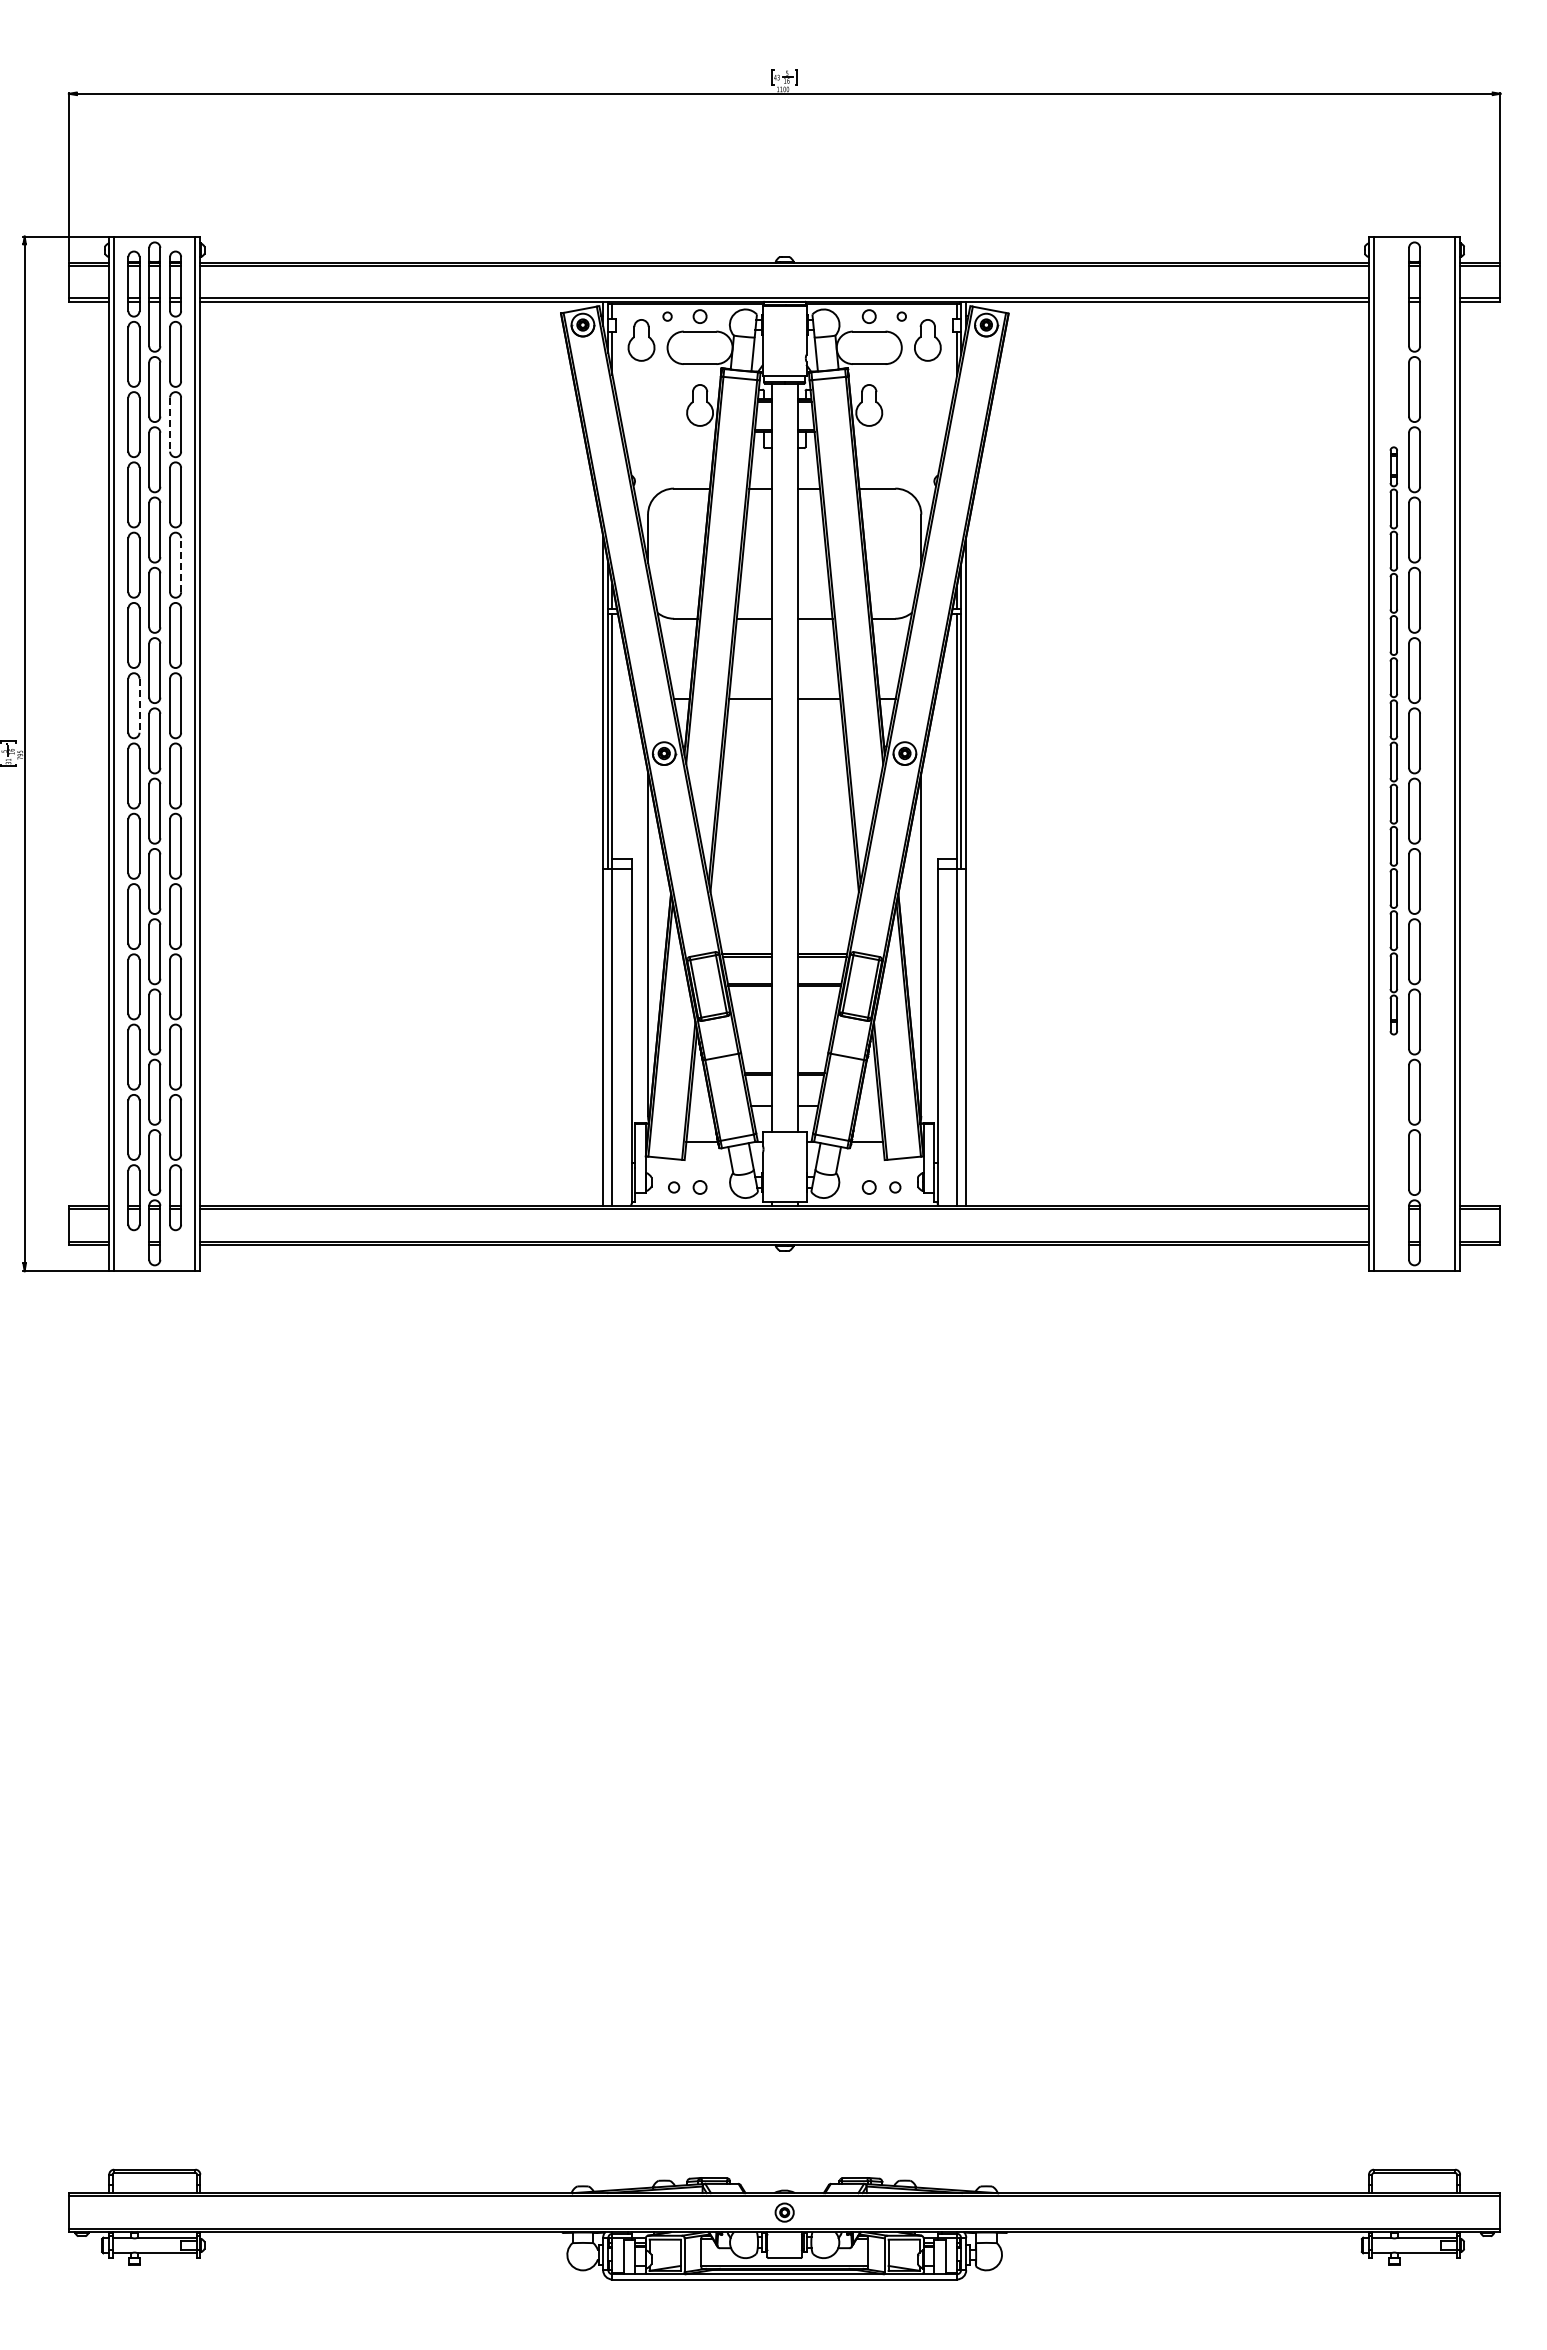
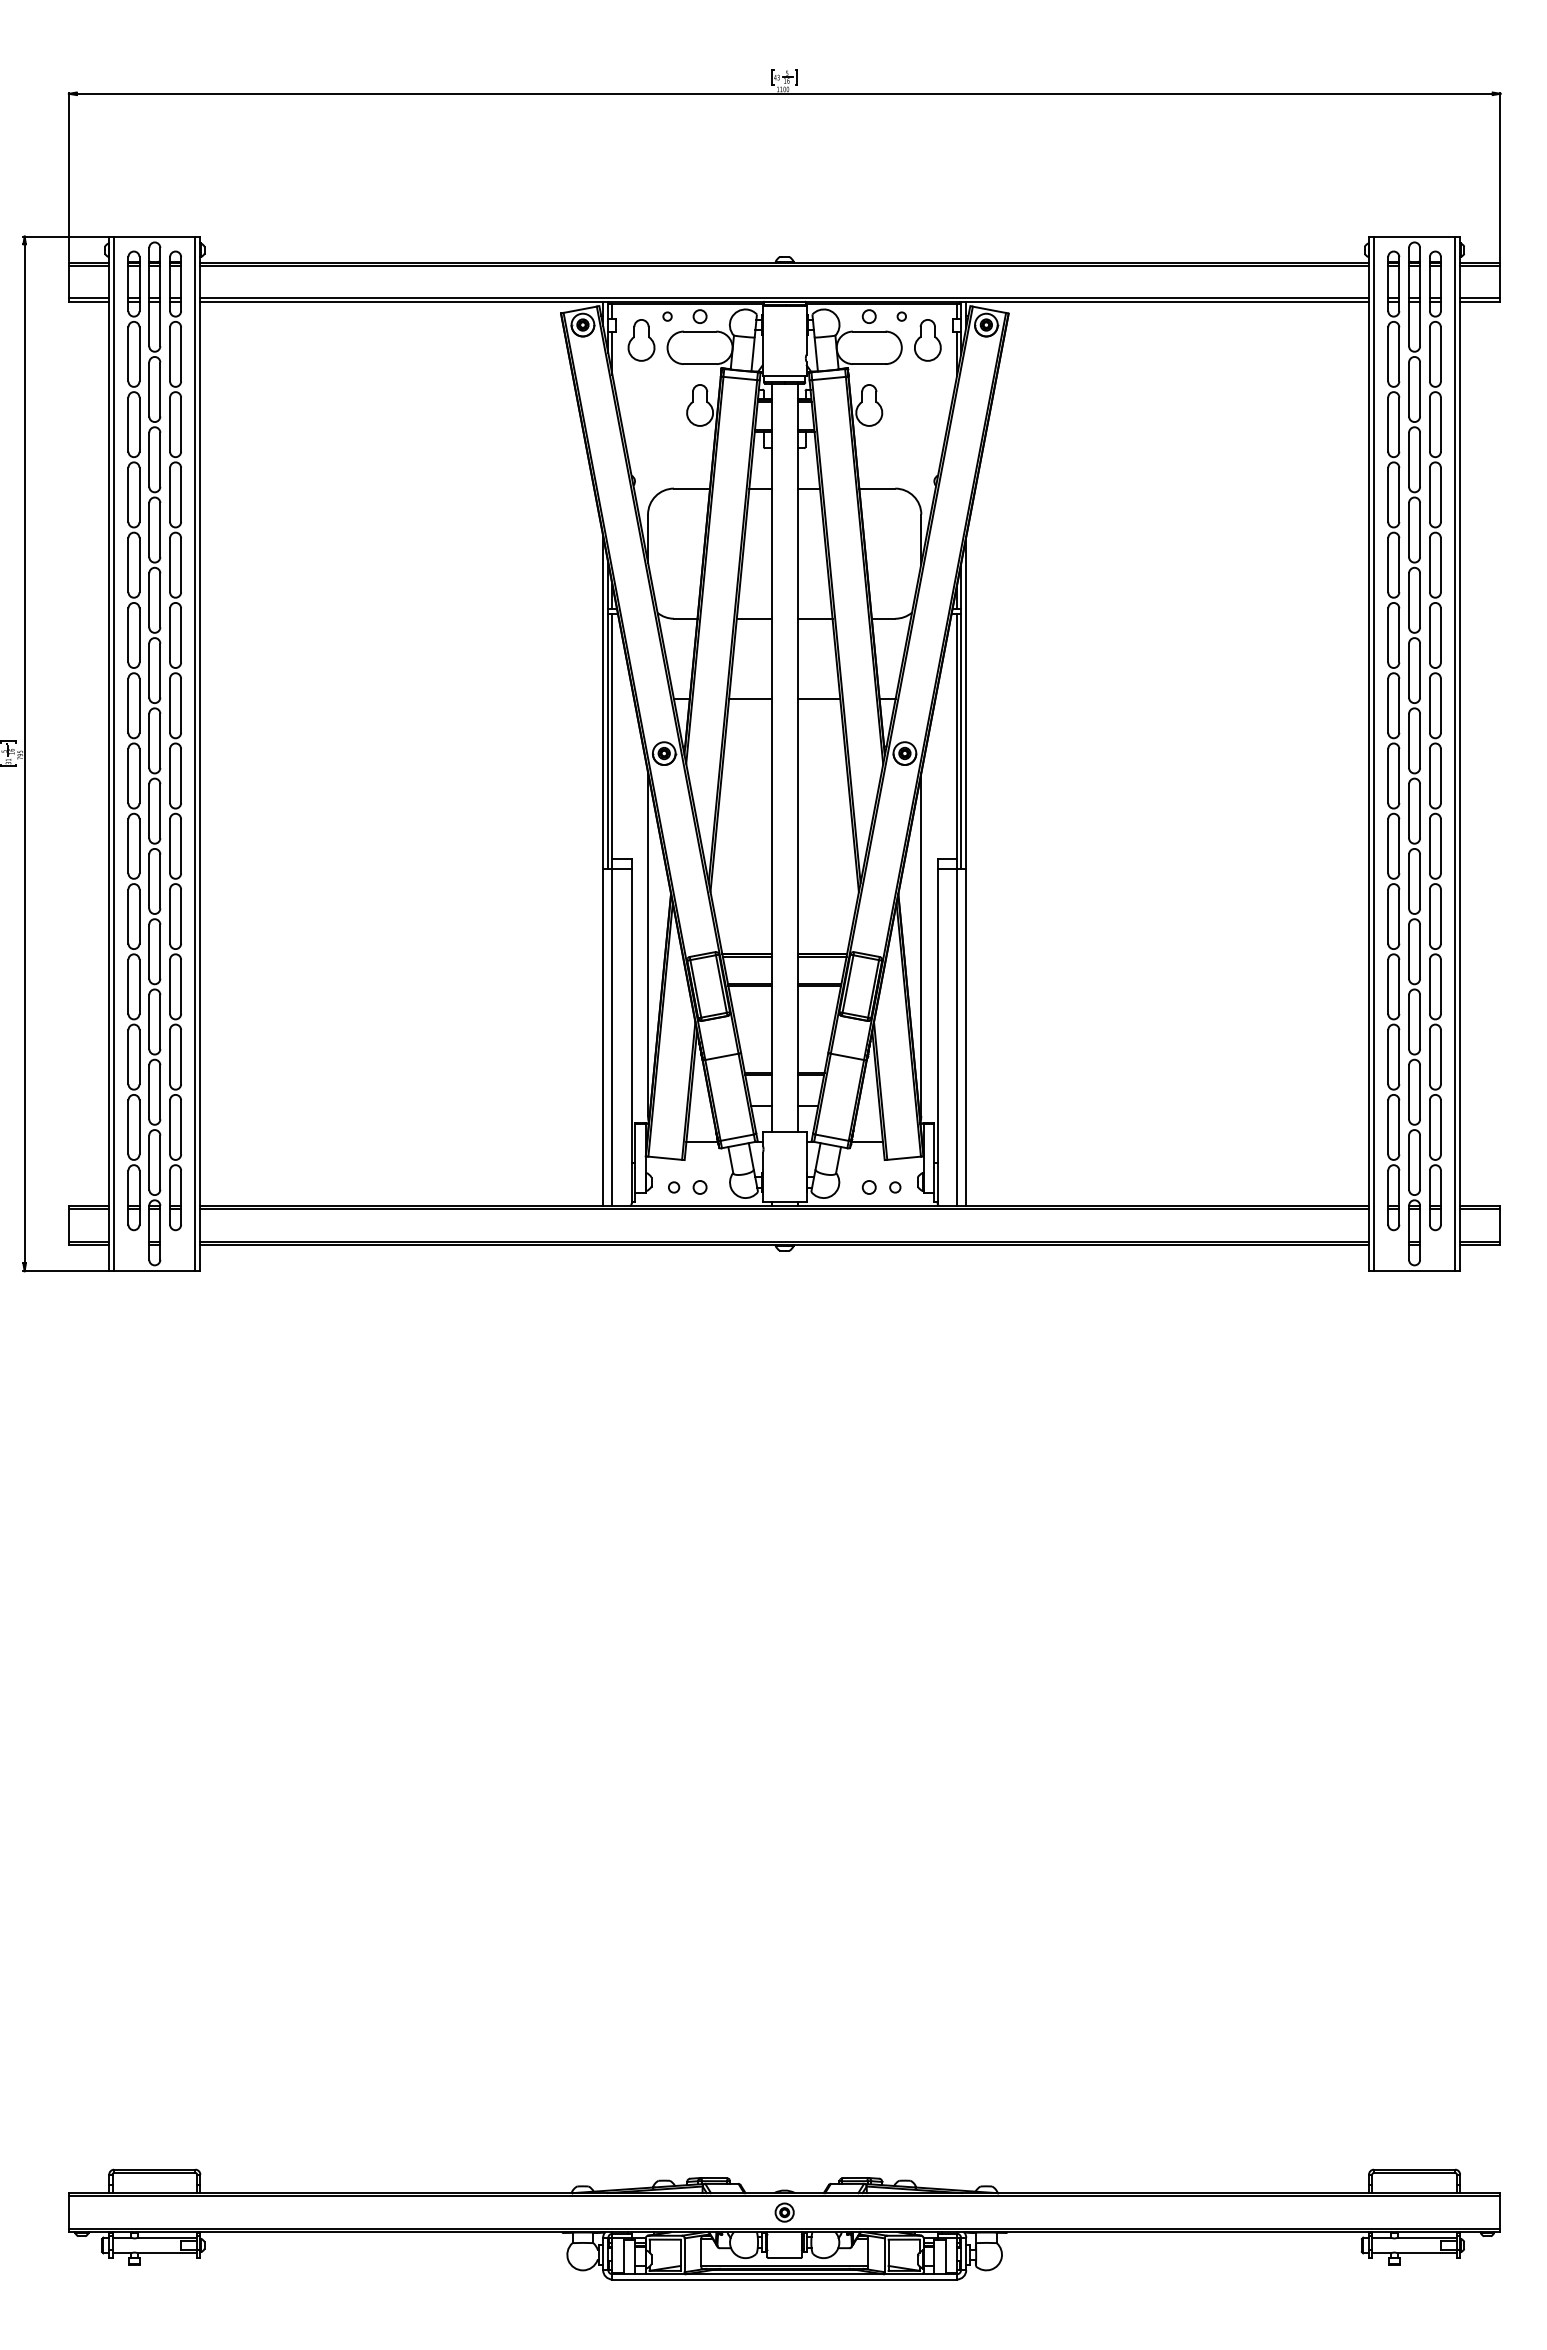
line at (170, 425): dashed -> solid
line at (181, 564): dashed -> solid
line at (139, 706): dashed -> solid
part at (1393, 740) size: 9x590 px -> 14x982 px
part at (1435, 740): none -> present
